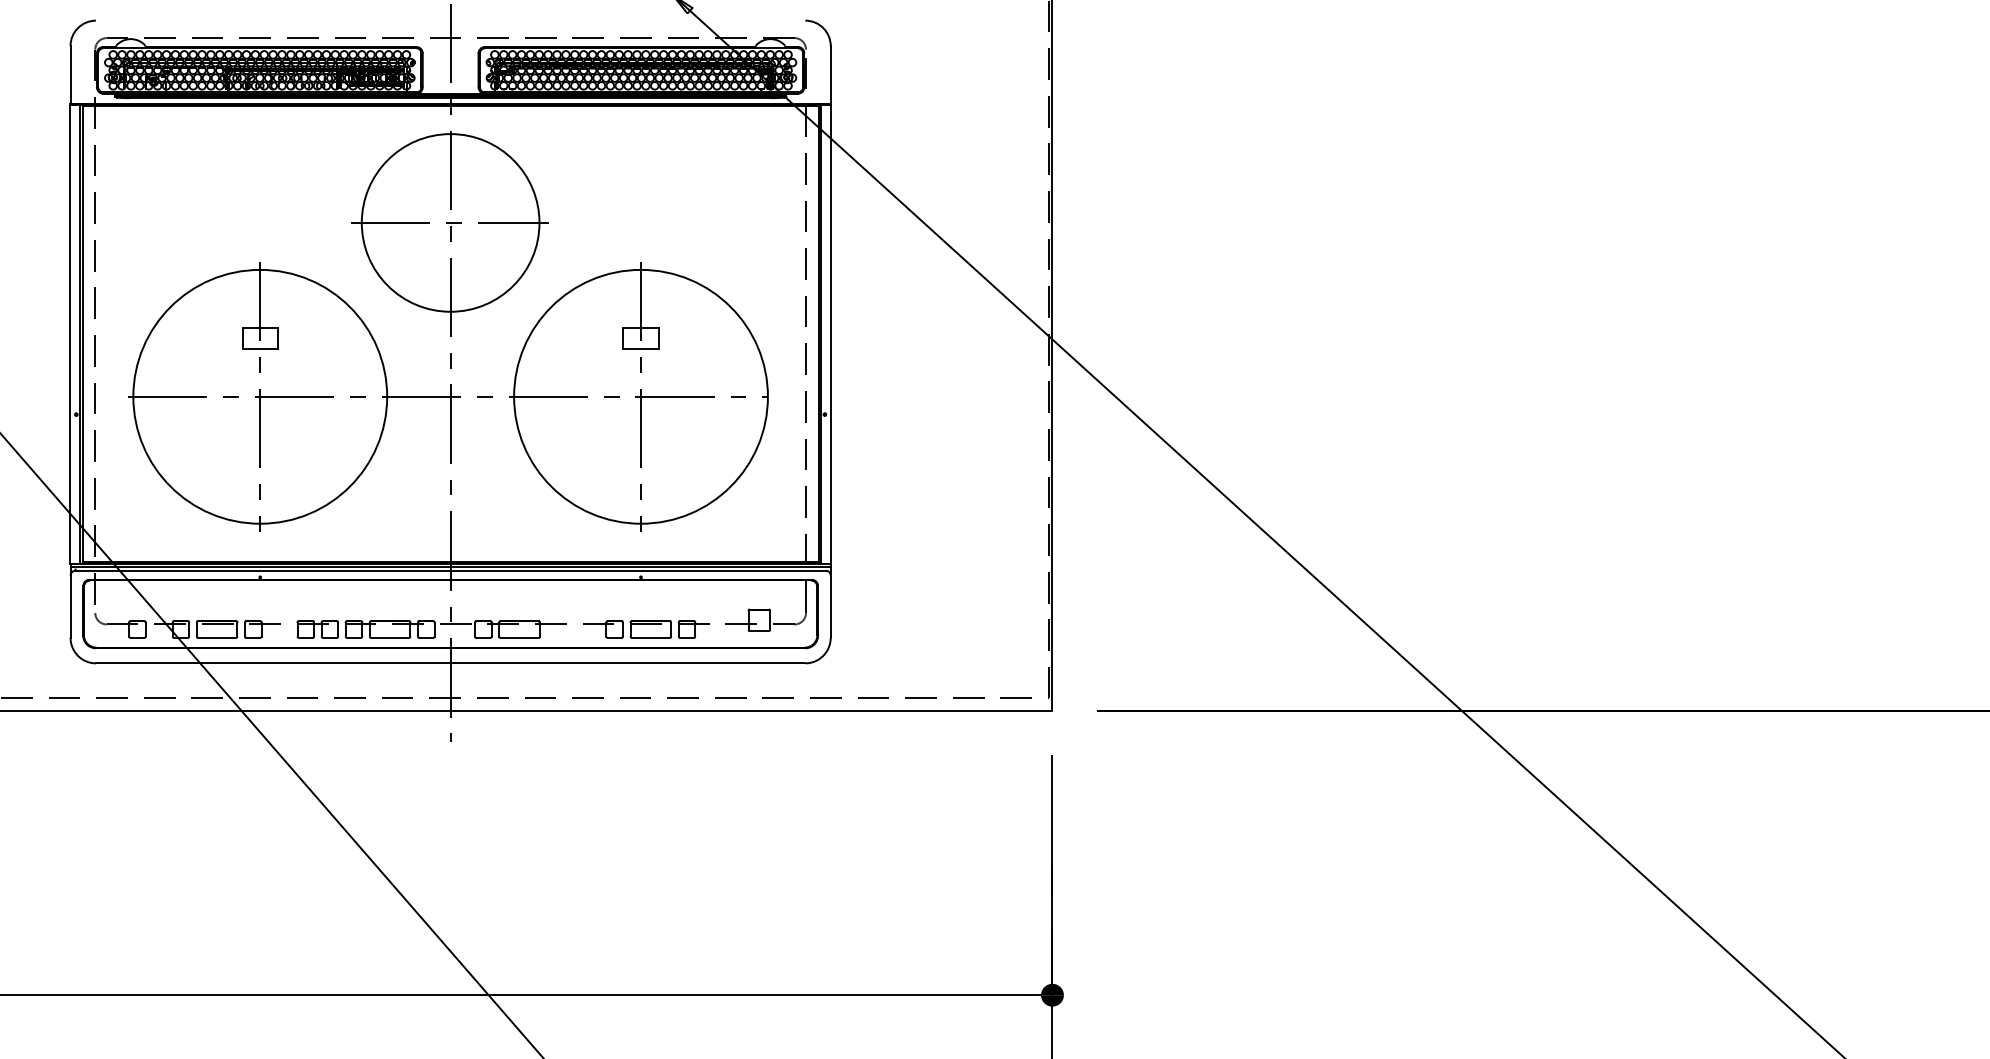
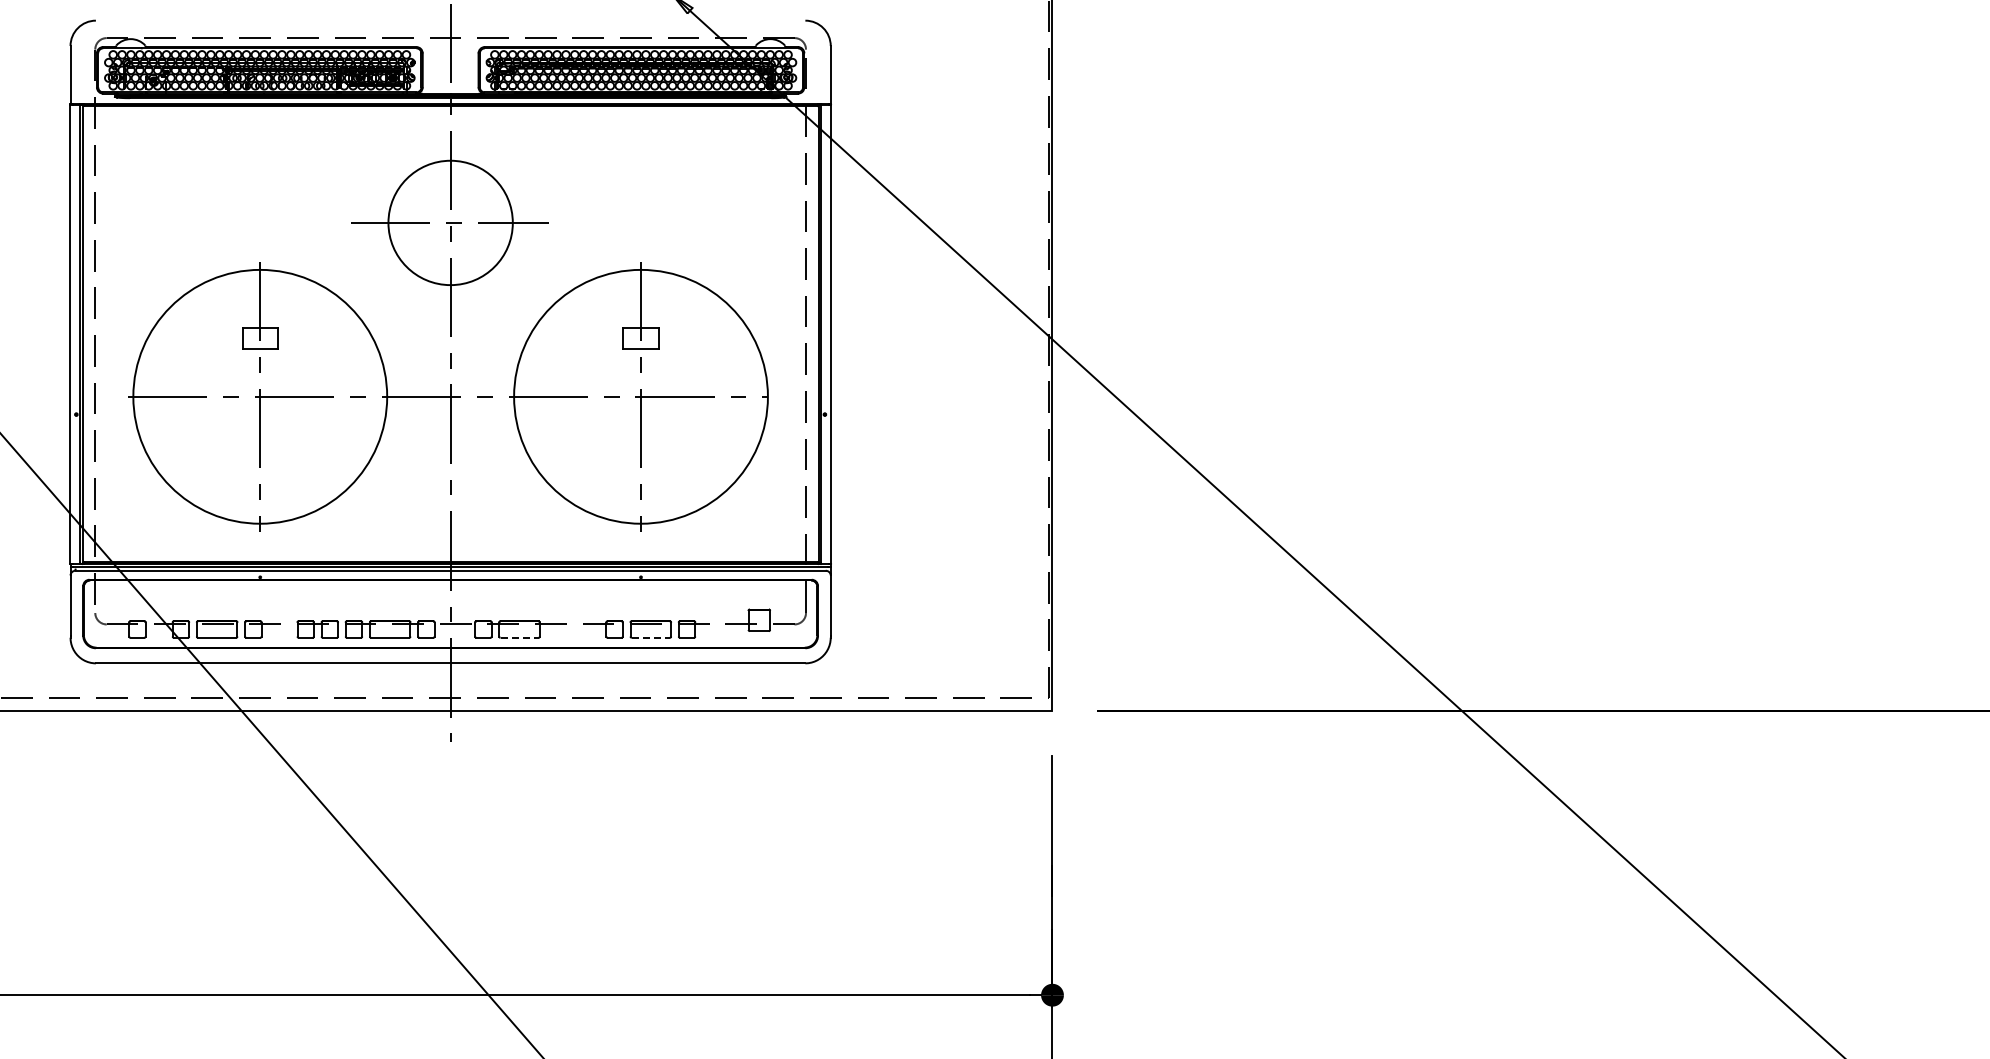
circle at (450, 222) diameter: 178 px -> 124 px
line at (520, 637): solid -> dashed
line at (651, 637): solid -> dashed
